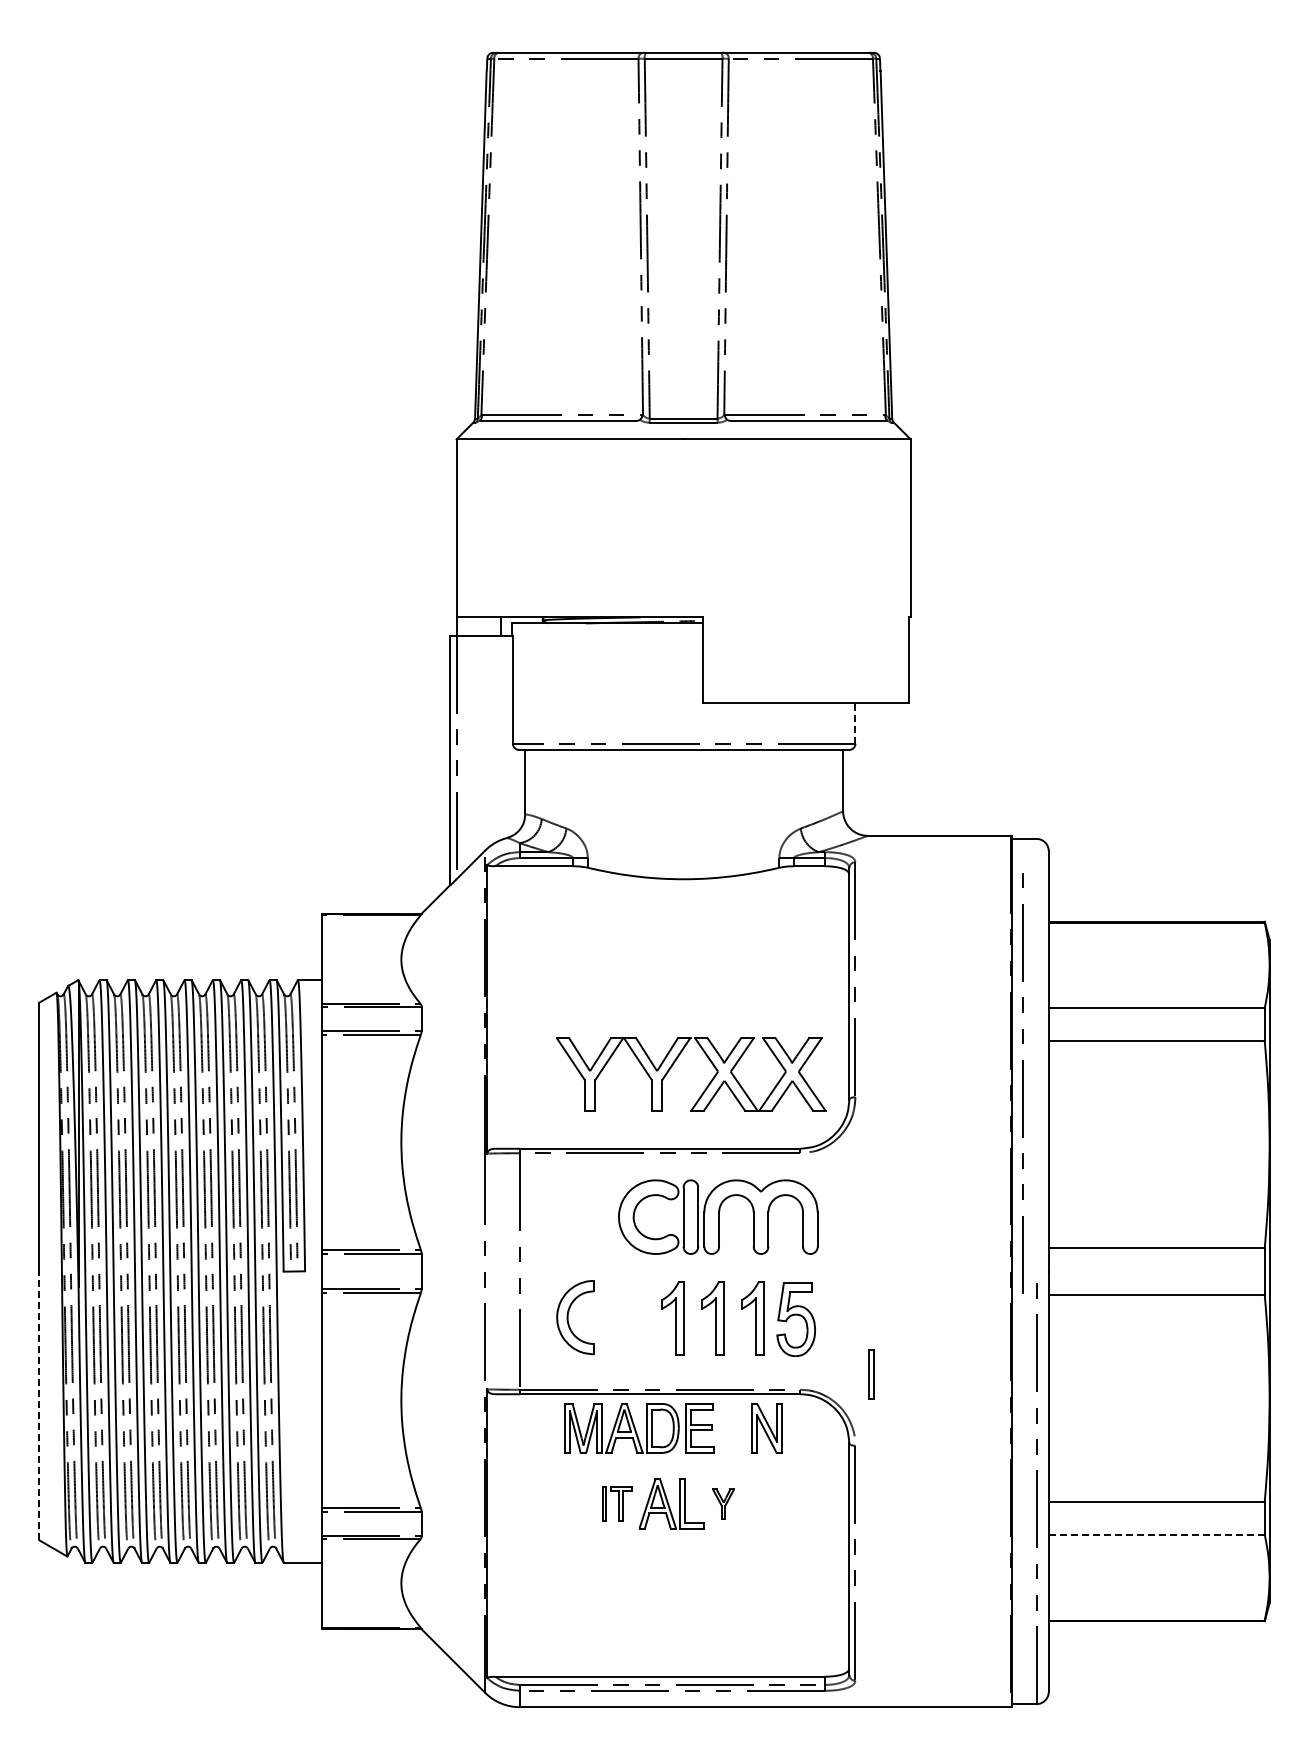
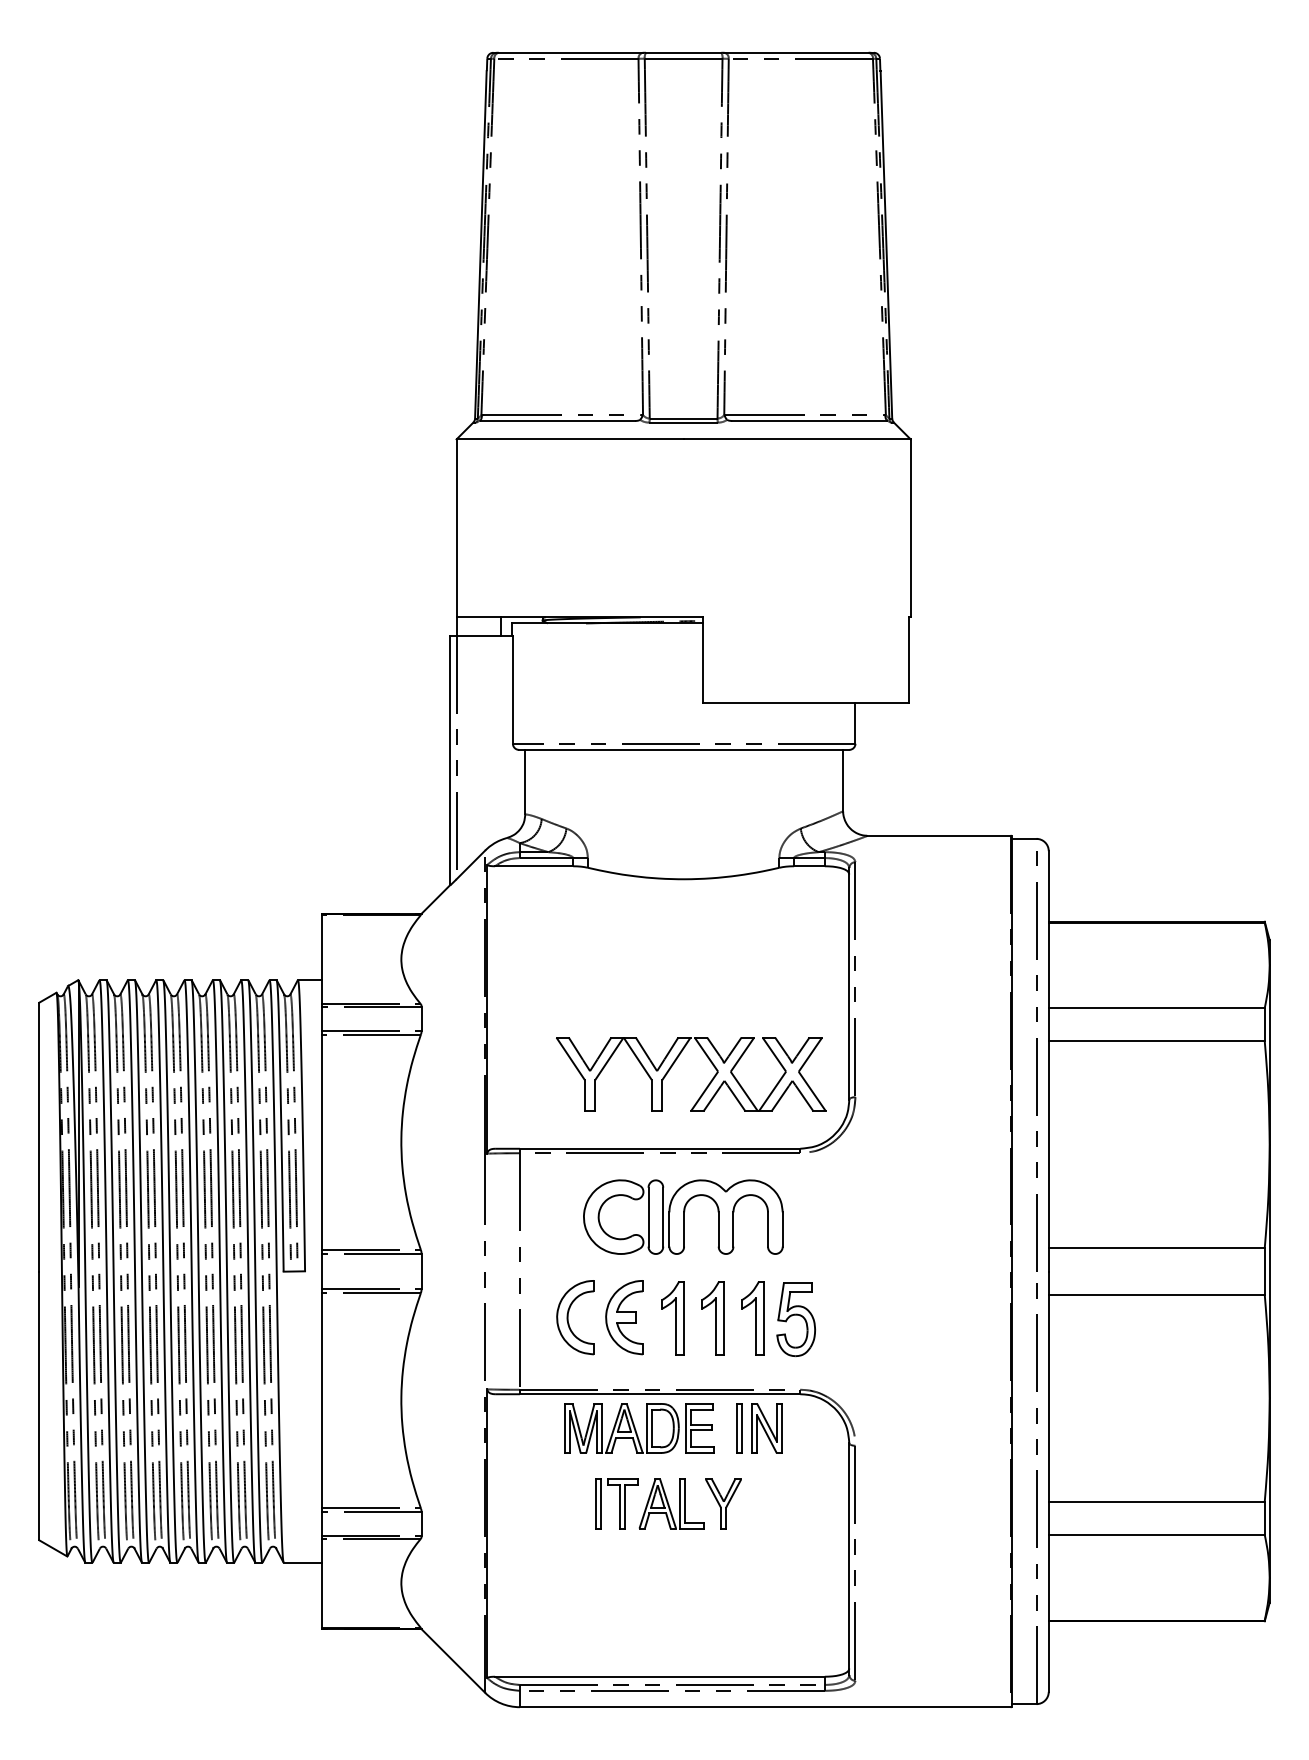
line at (855, 723): dashed -> solid
line at (1022, 1083) position: (1022, 1083) -> (1036, 1061)
part at (718, 1216) position: (718, 1216) -> (683, 1216)
part at (624, 1317): none -> present
part at (871, 1374) position: (871, 1374) -> (739, 1428)
line at (39, 1405): dashed -> solid
part at (617, 1503) size: 31x36 px -> 44x52 px
part at (723, 1503) size: 23x32 px -> 37x52 px
line at (1156, 1534): dashed -> solid
